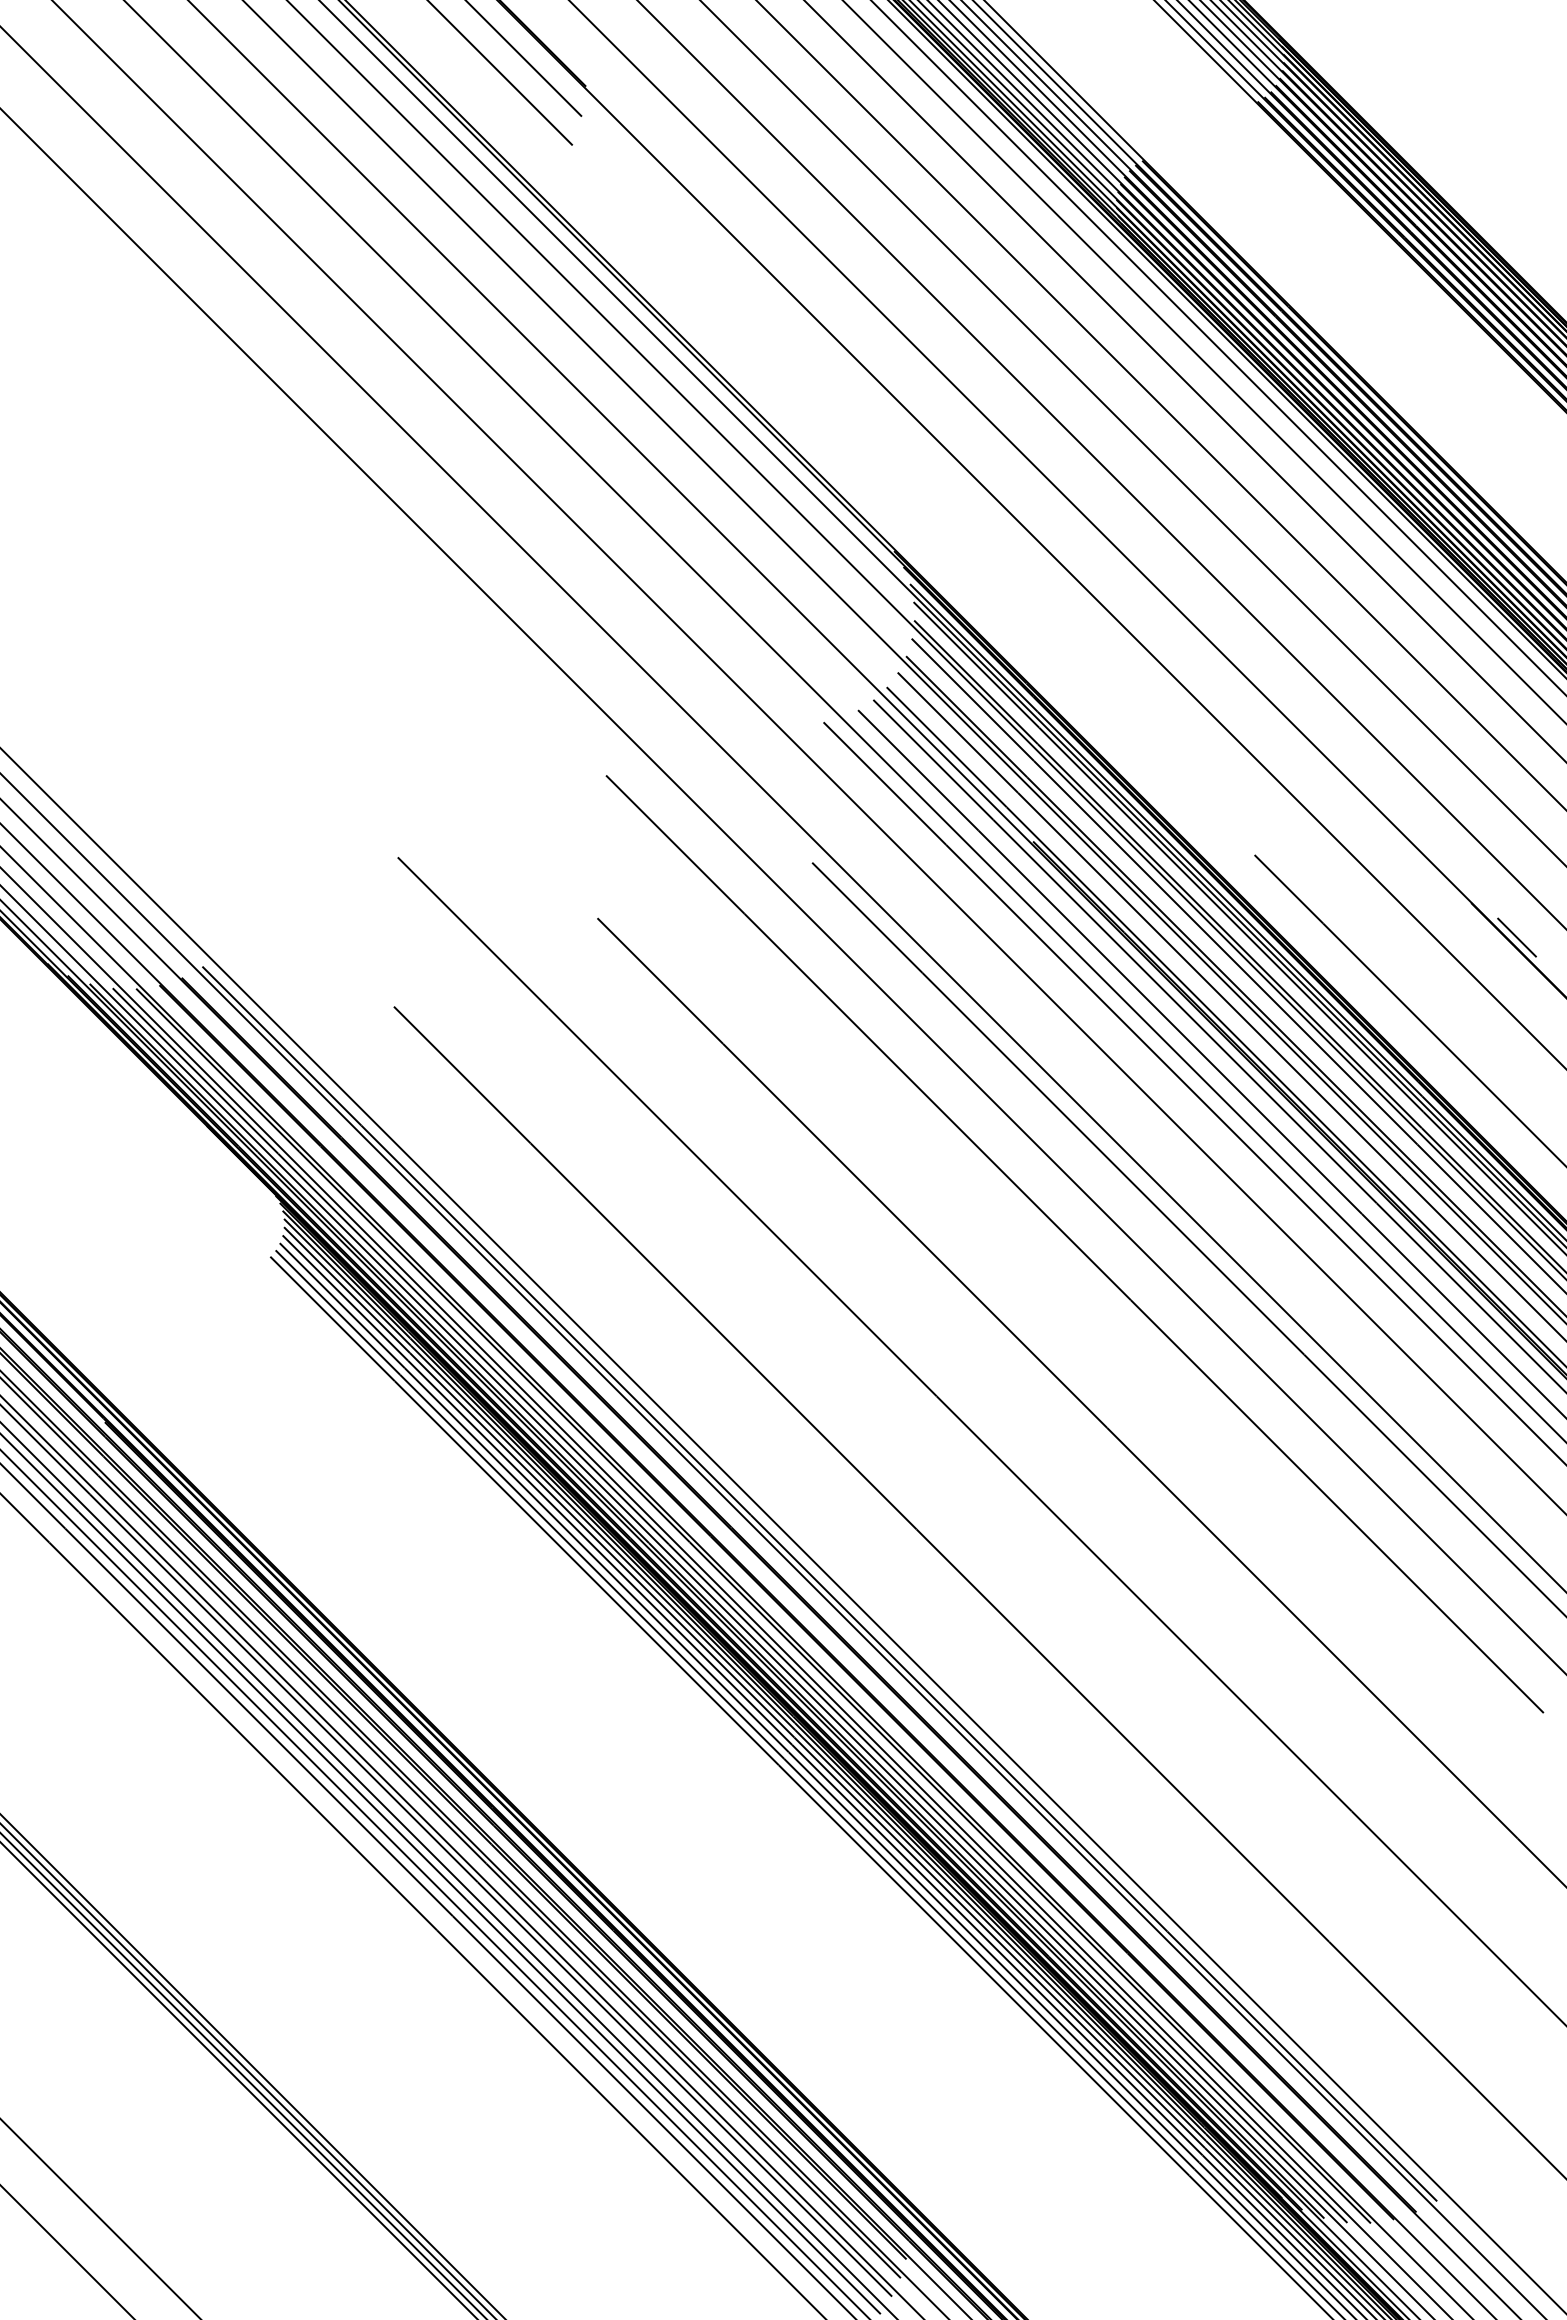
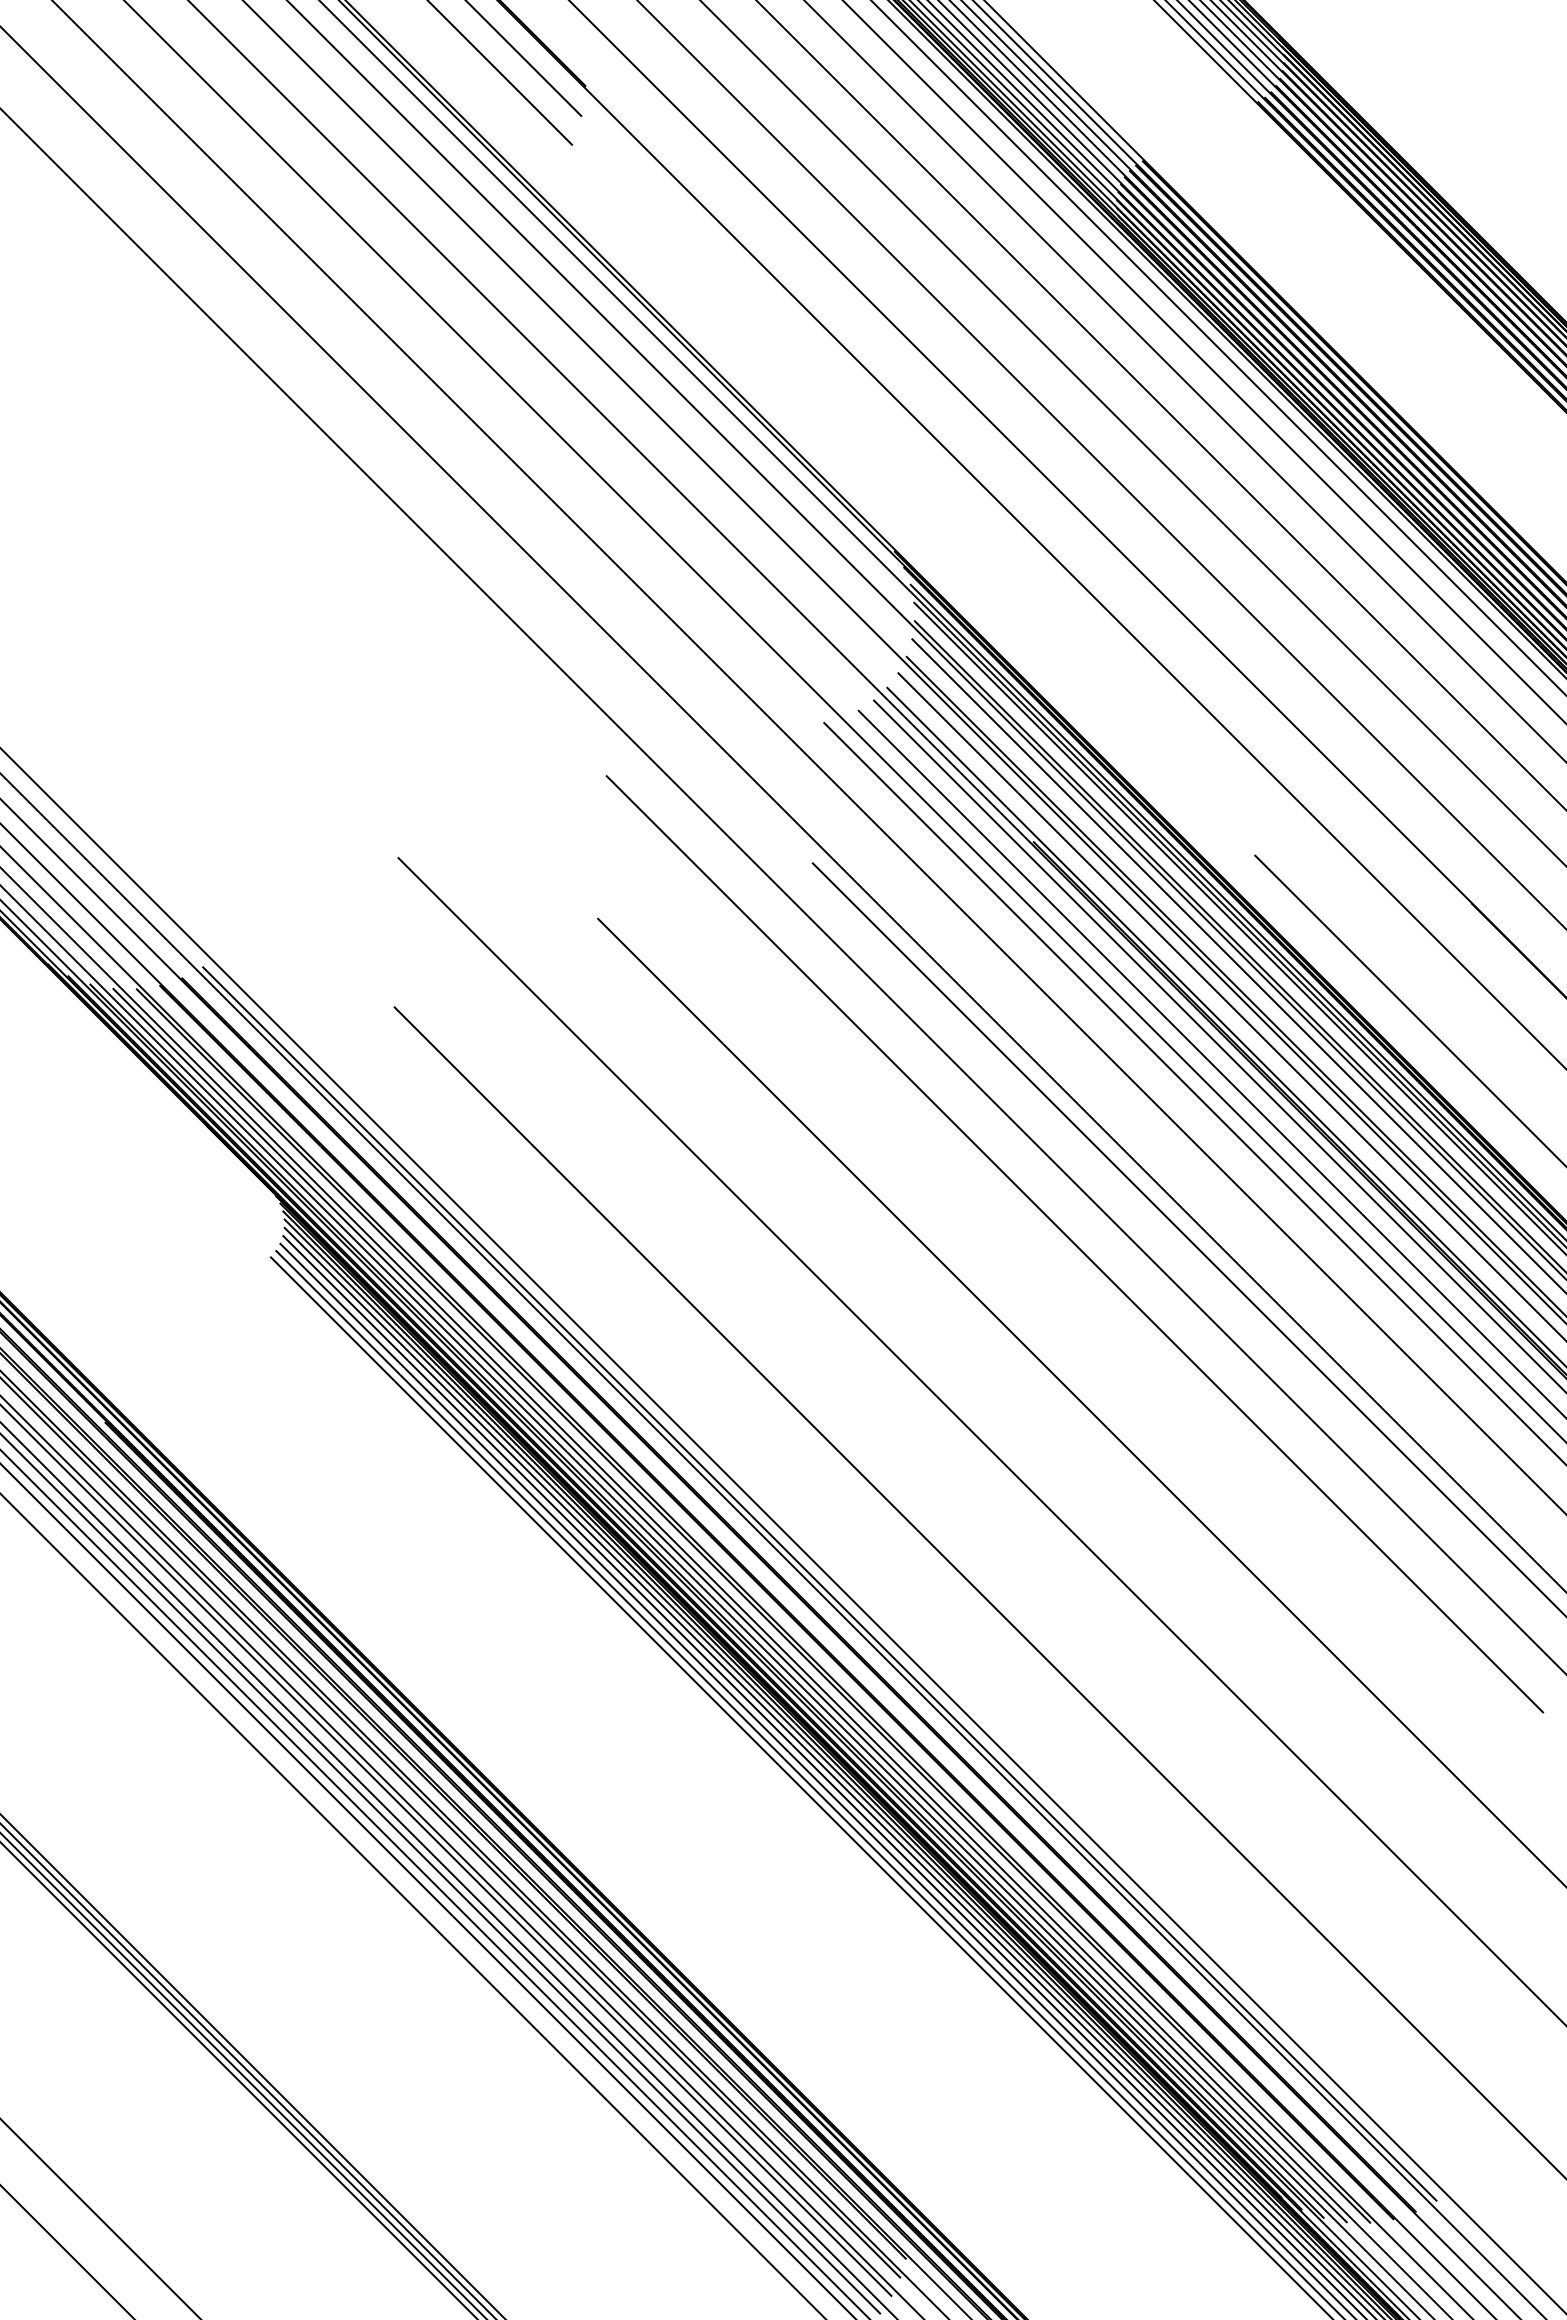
line at (1516, 937): present -> none
